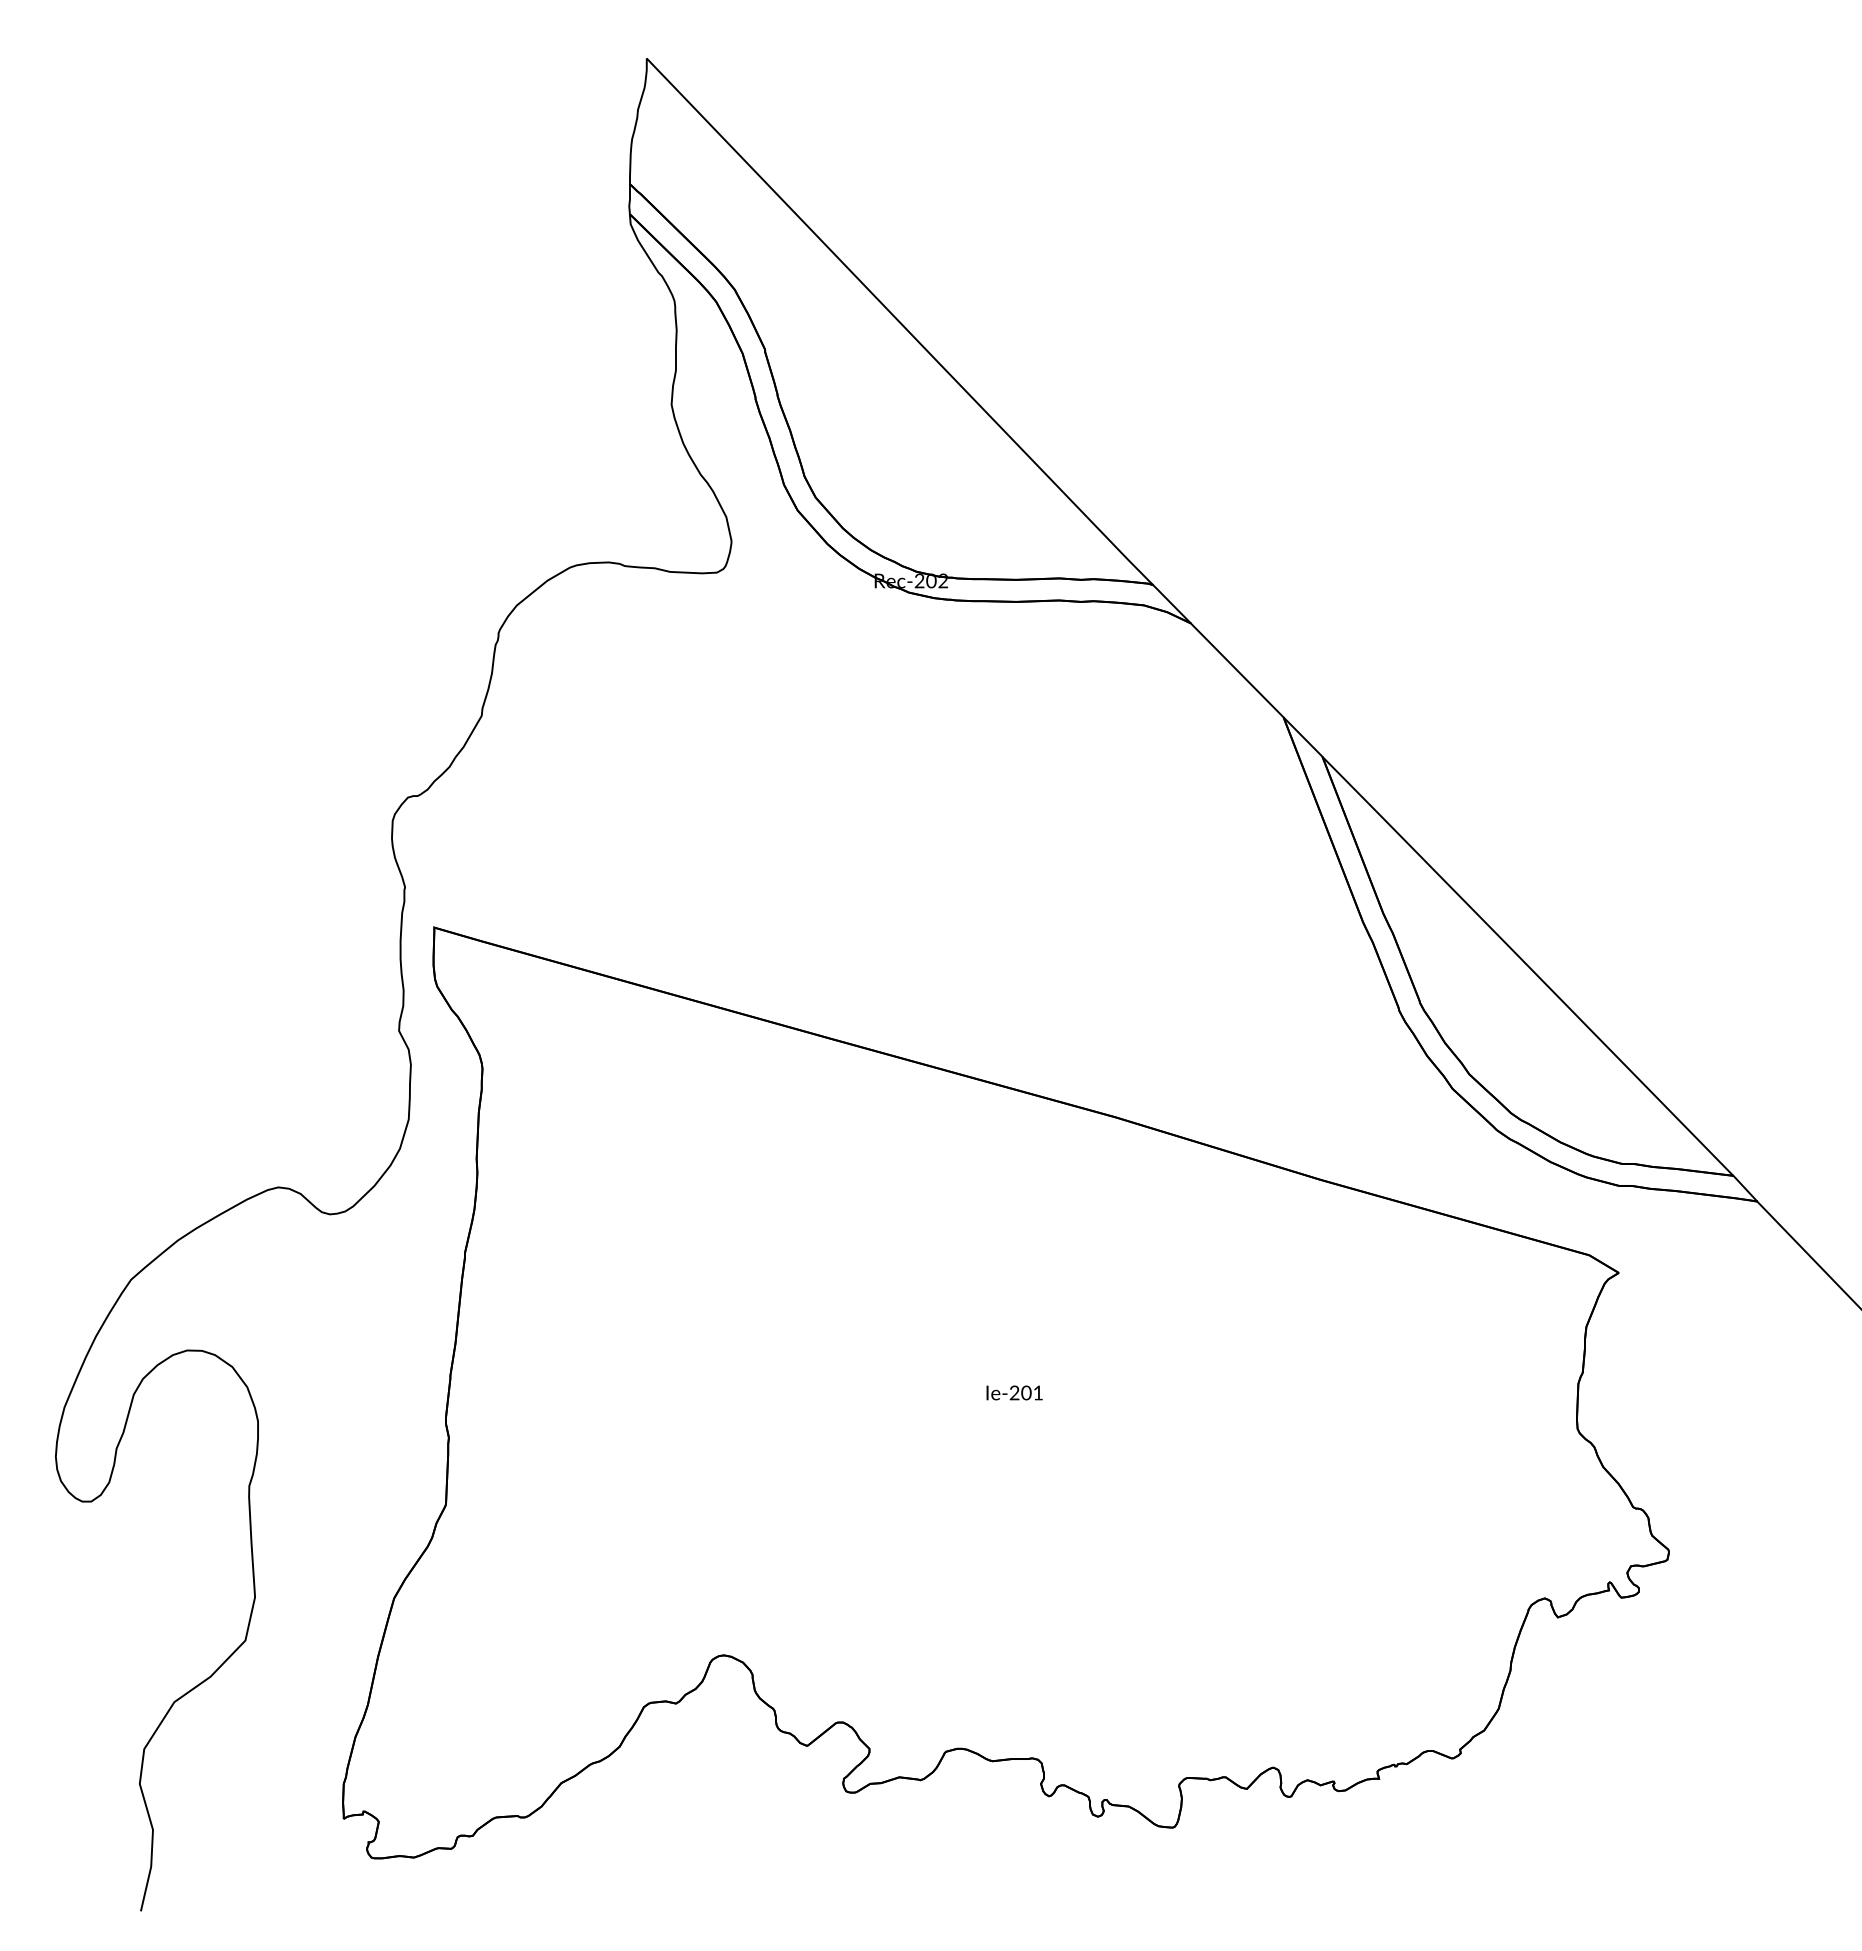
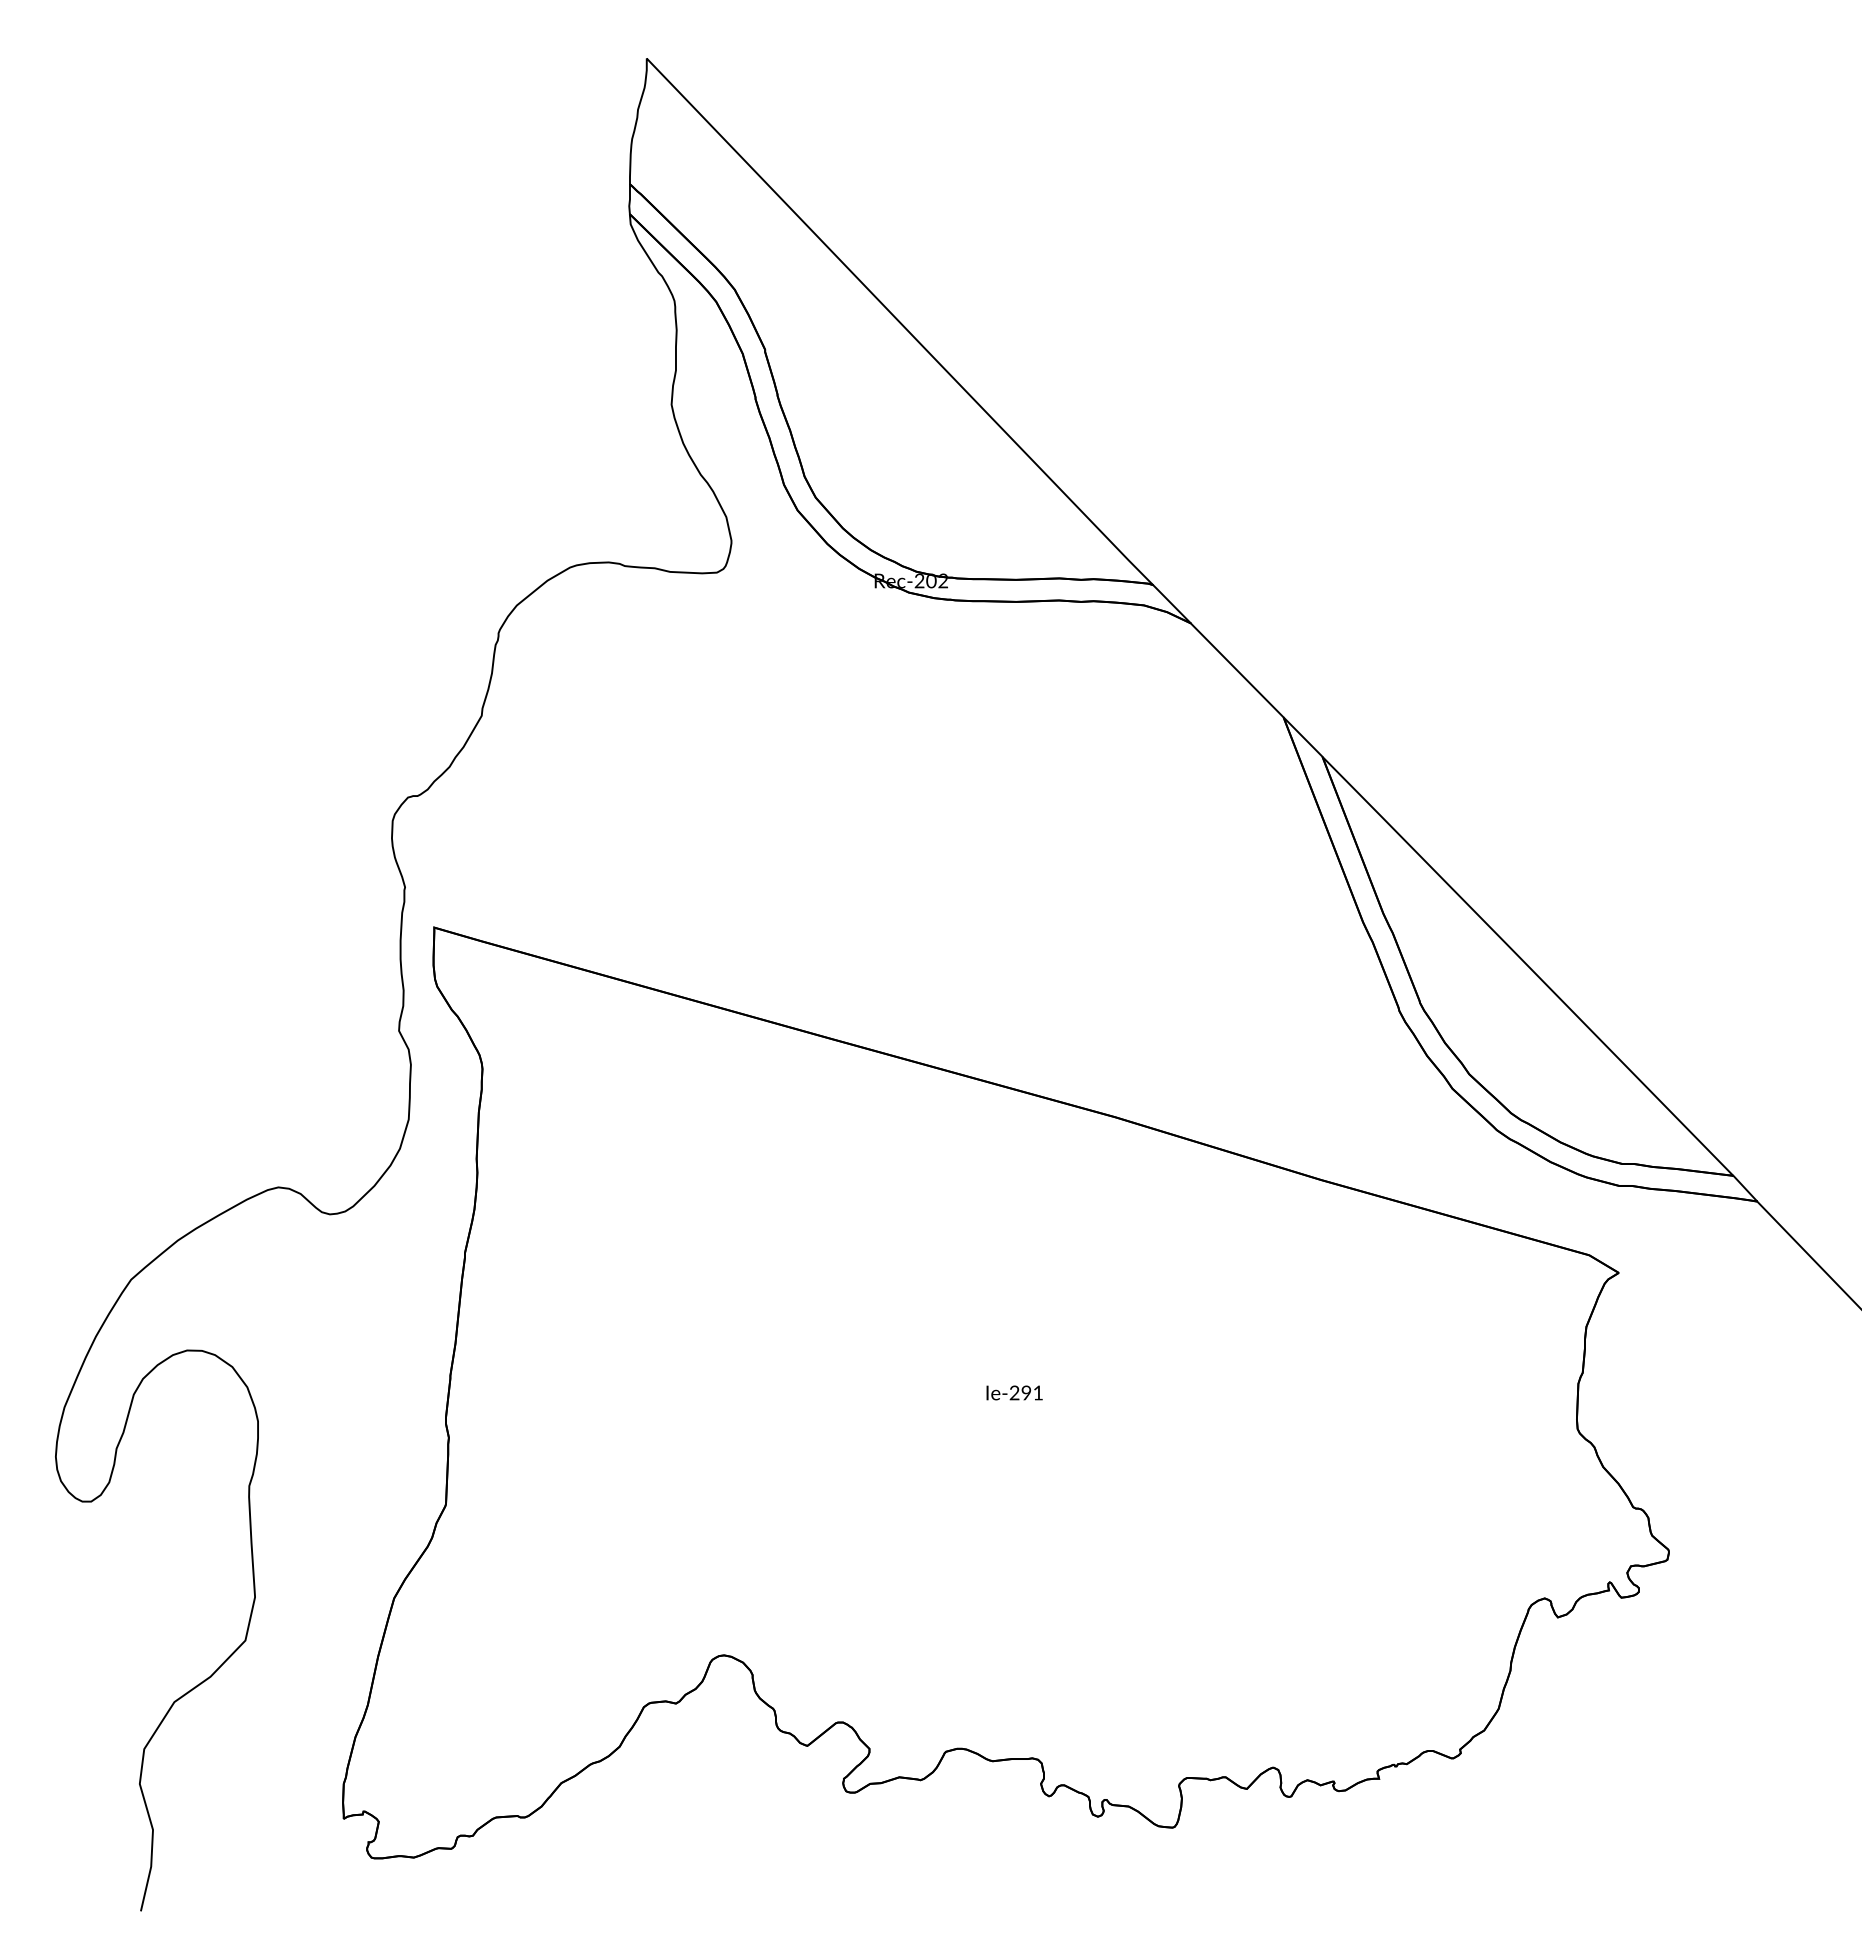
text at (1026, 1393): Ie-201 -> Ie-291
